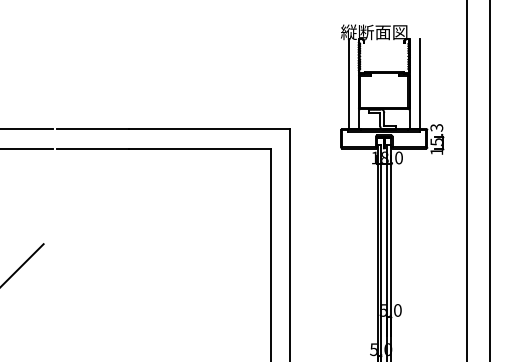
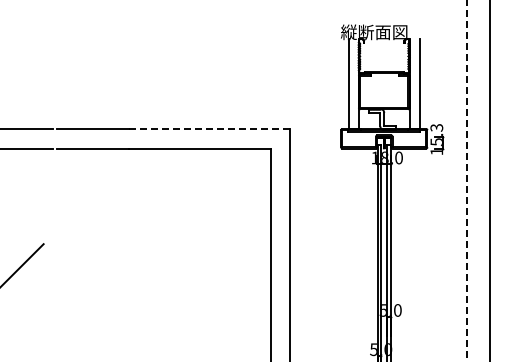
line at (209, 128): solid -> dashed
line at (466, 180): solid -> dashed
